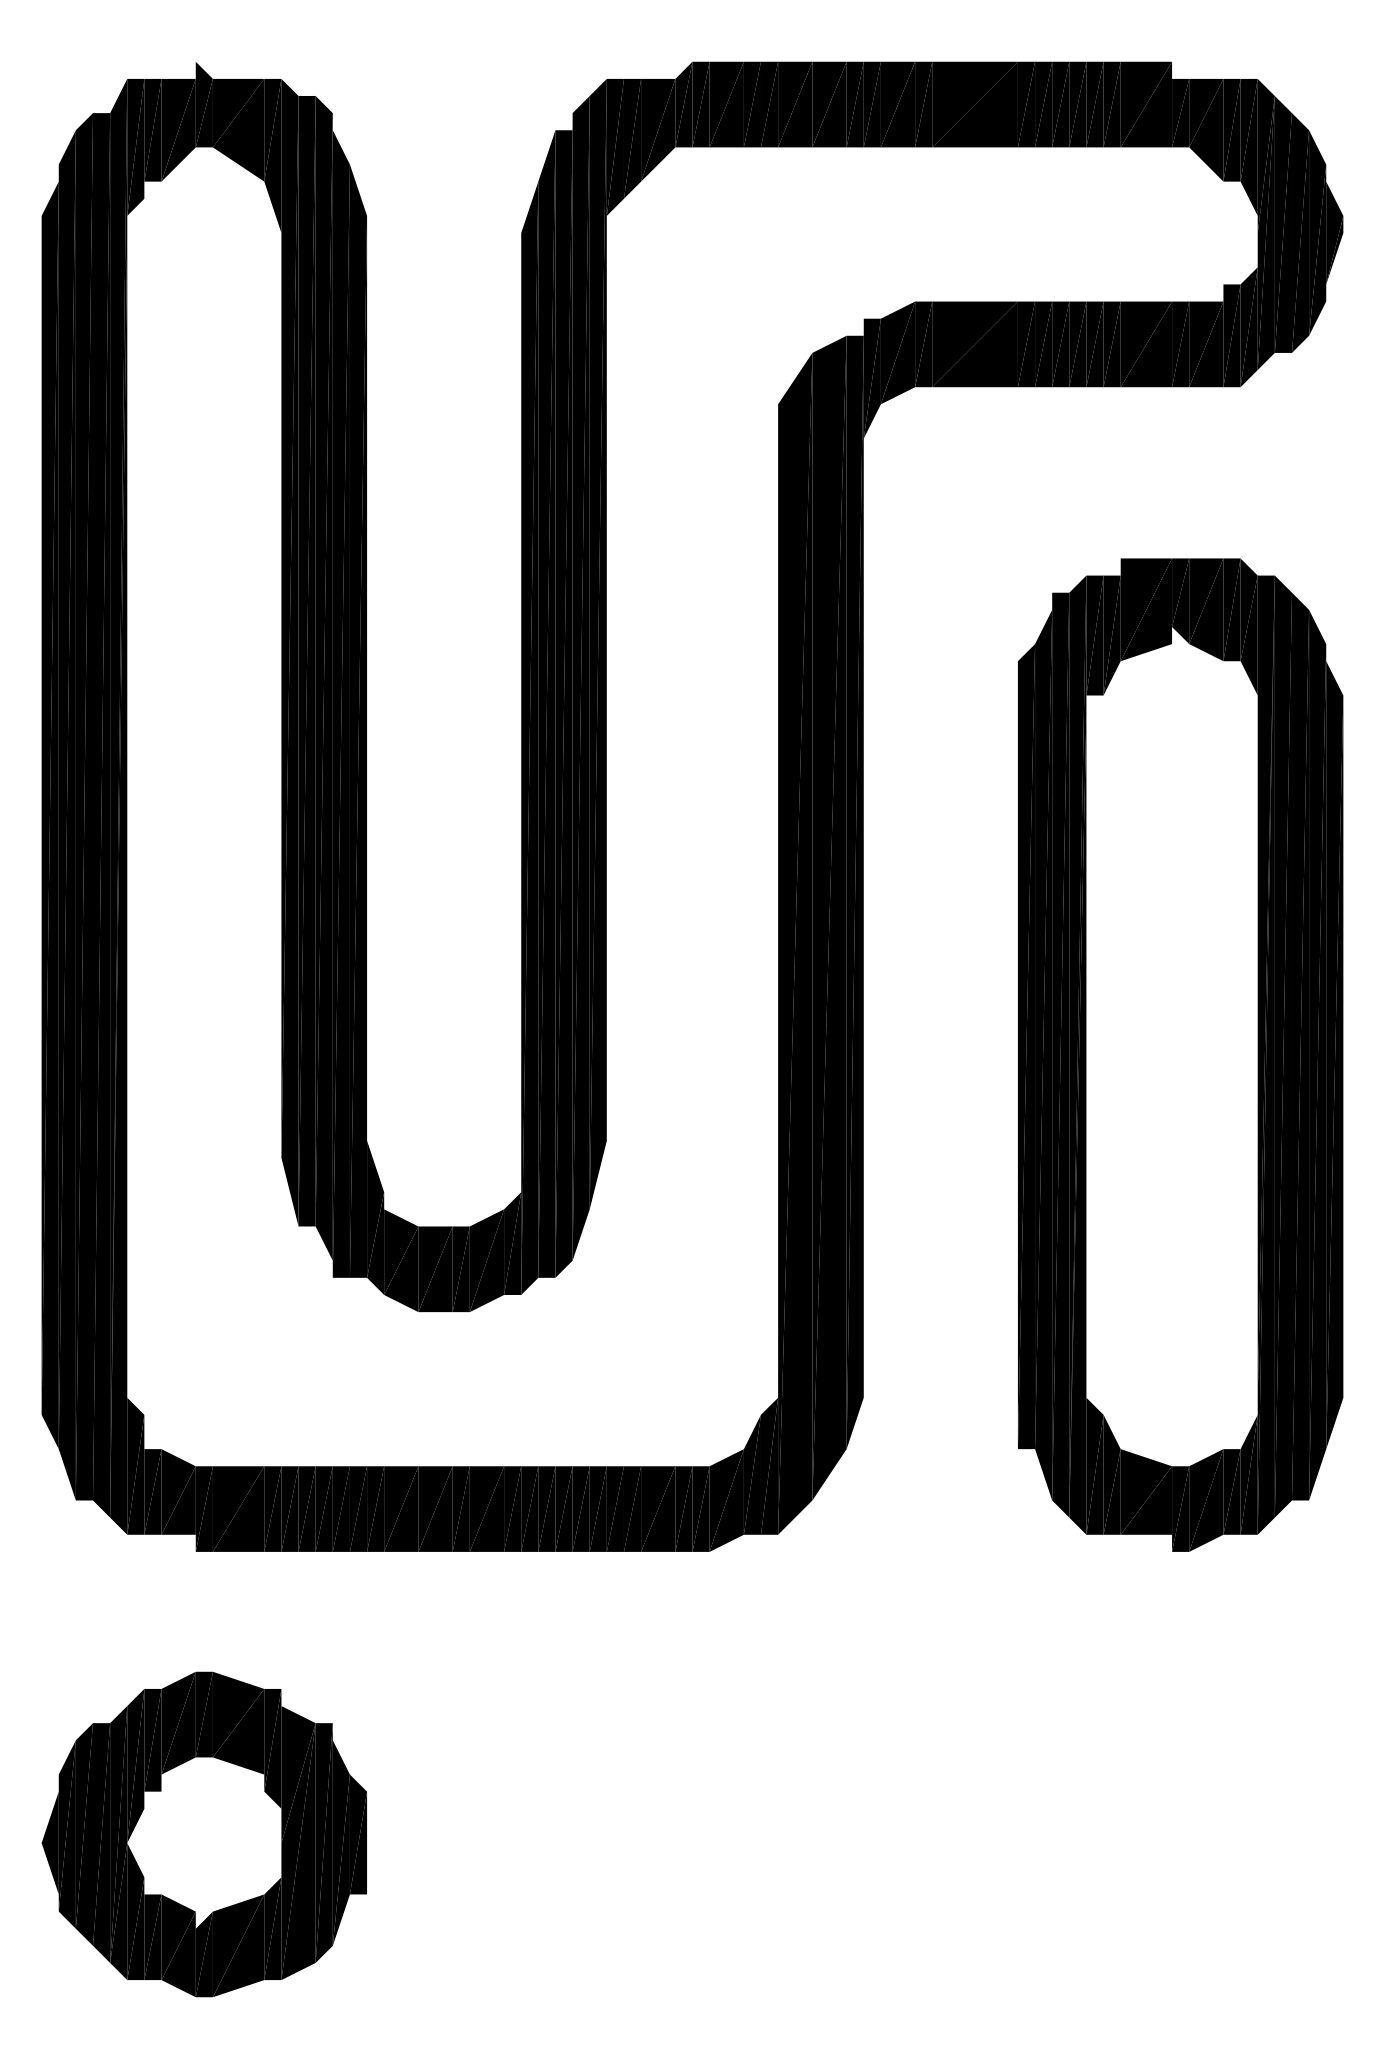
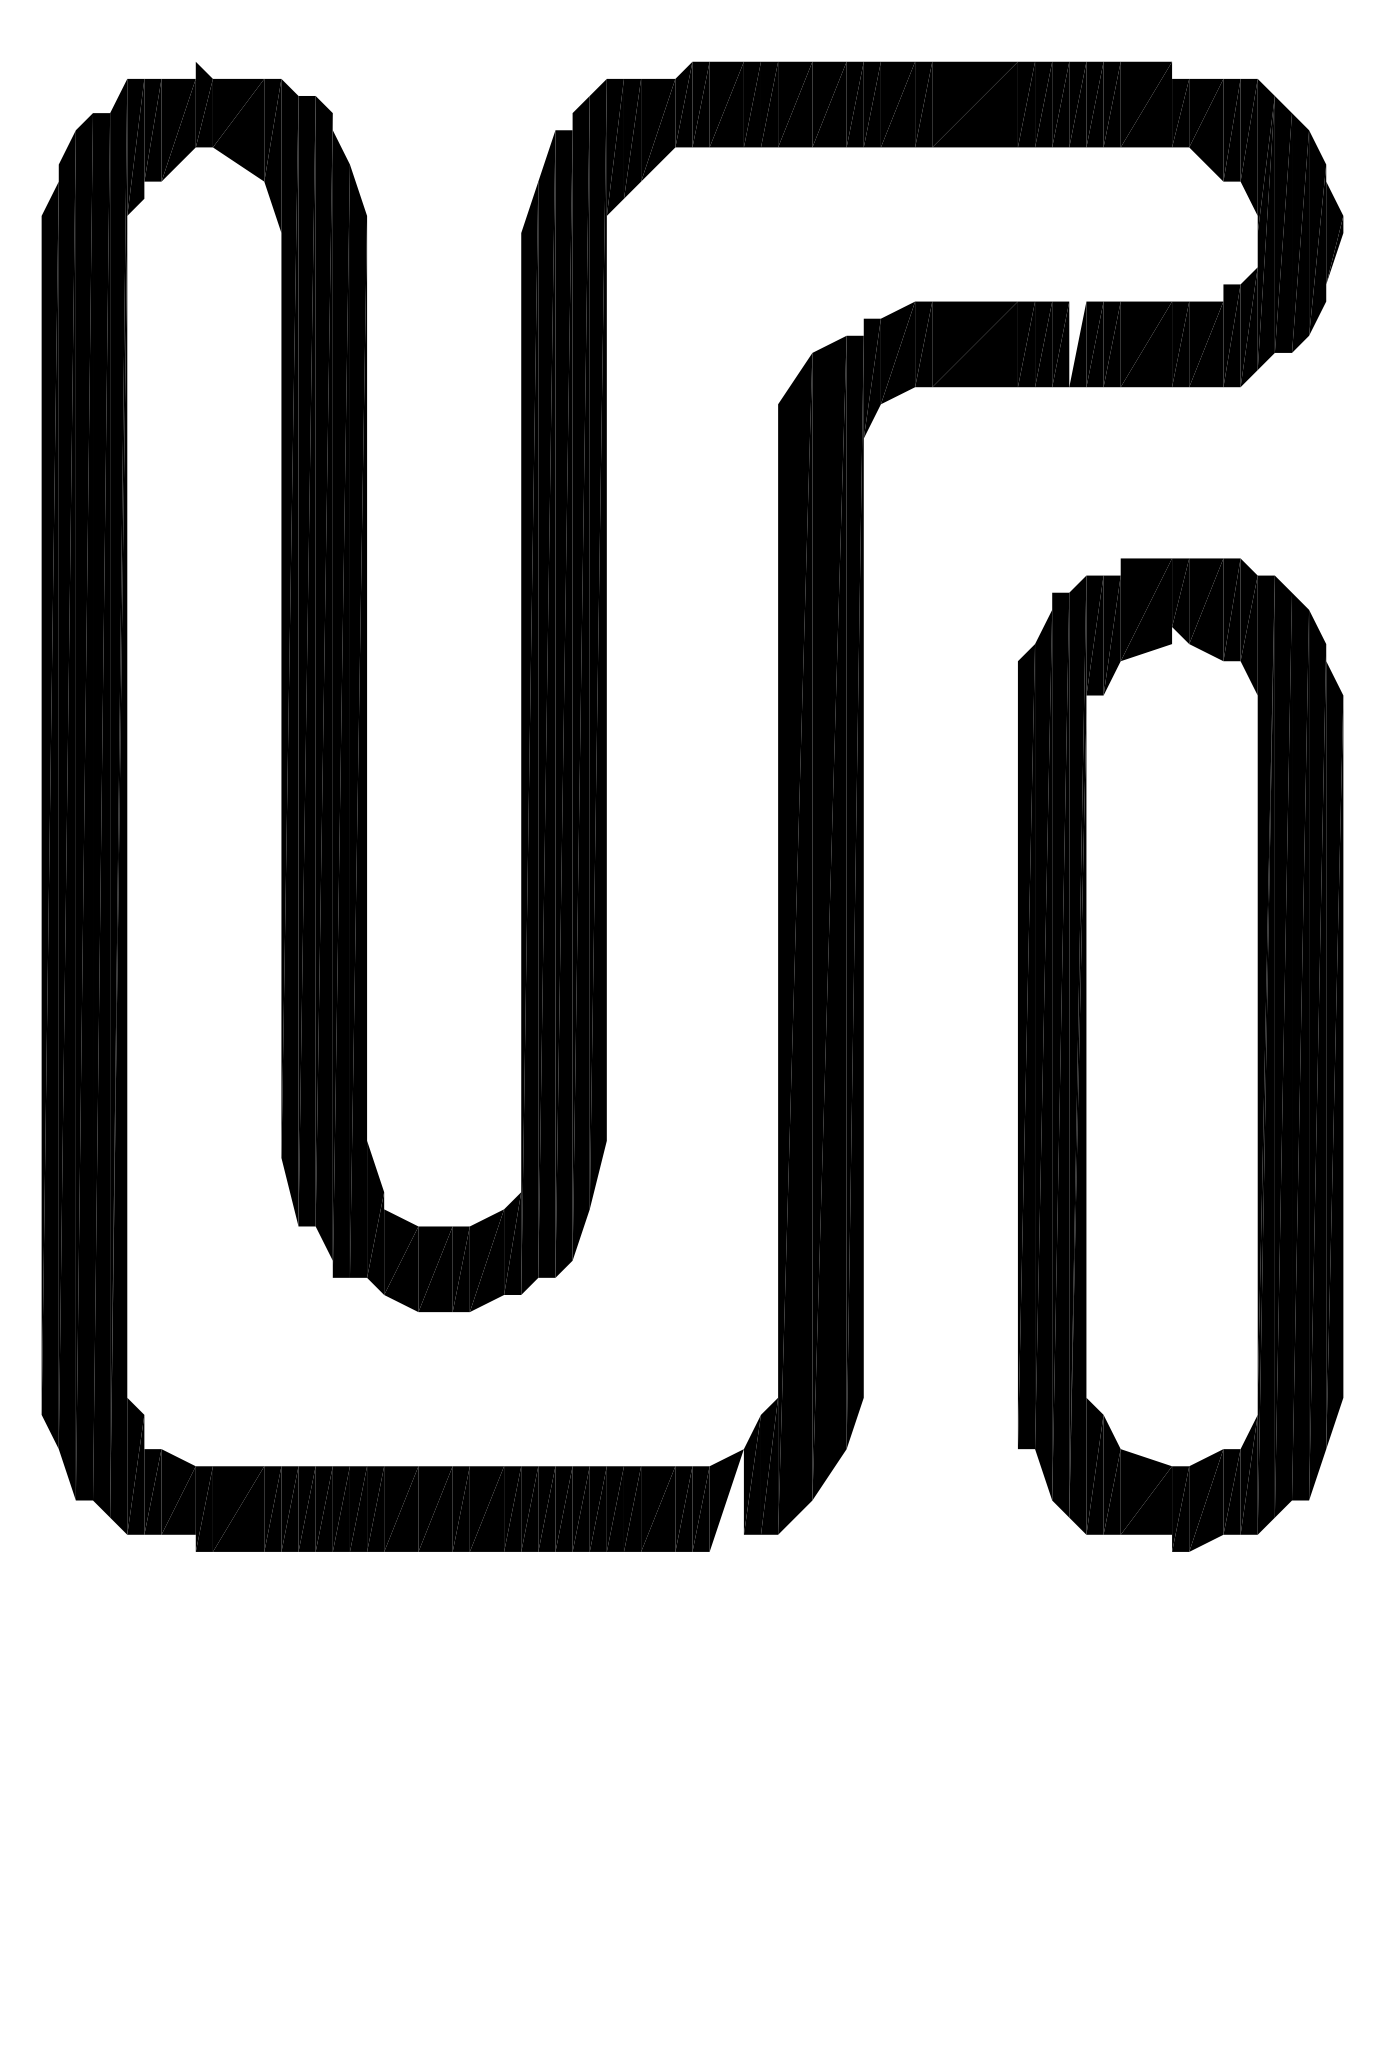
fill at (1077, 344): present -> none
fill at (726, 1500): present -> none
part at (203, 1834): present -> none
